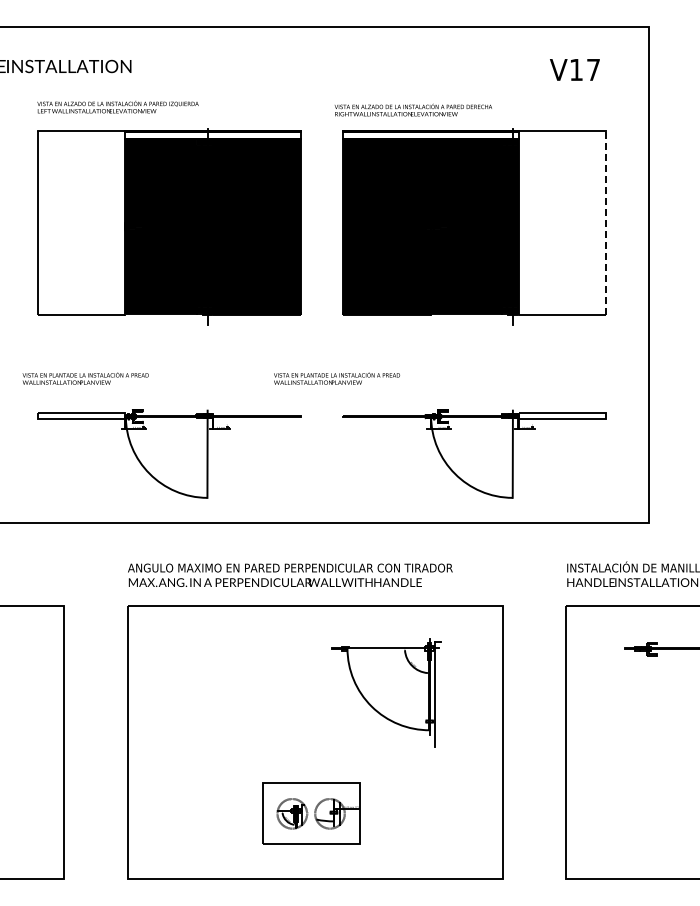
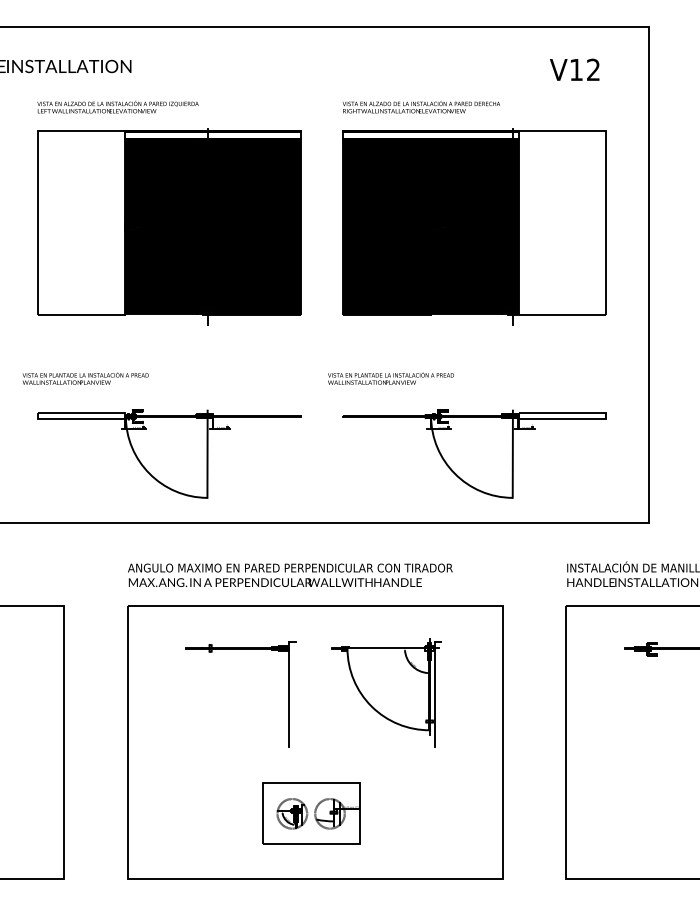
text at (593, 69): V17 -> V12
text at (412, 109) position: (412, 109) -> (420, 106)
line at (605, 222): dashed -> solid
text at (336, 378) position: (336, 378) -> (390, 378)
part at (240, 649): none -> present
